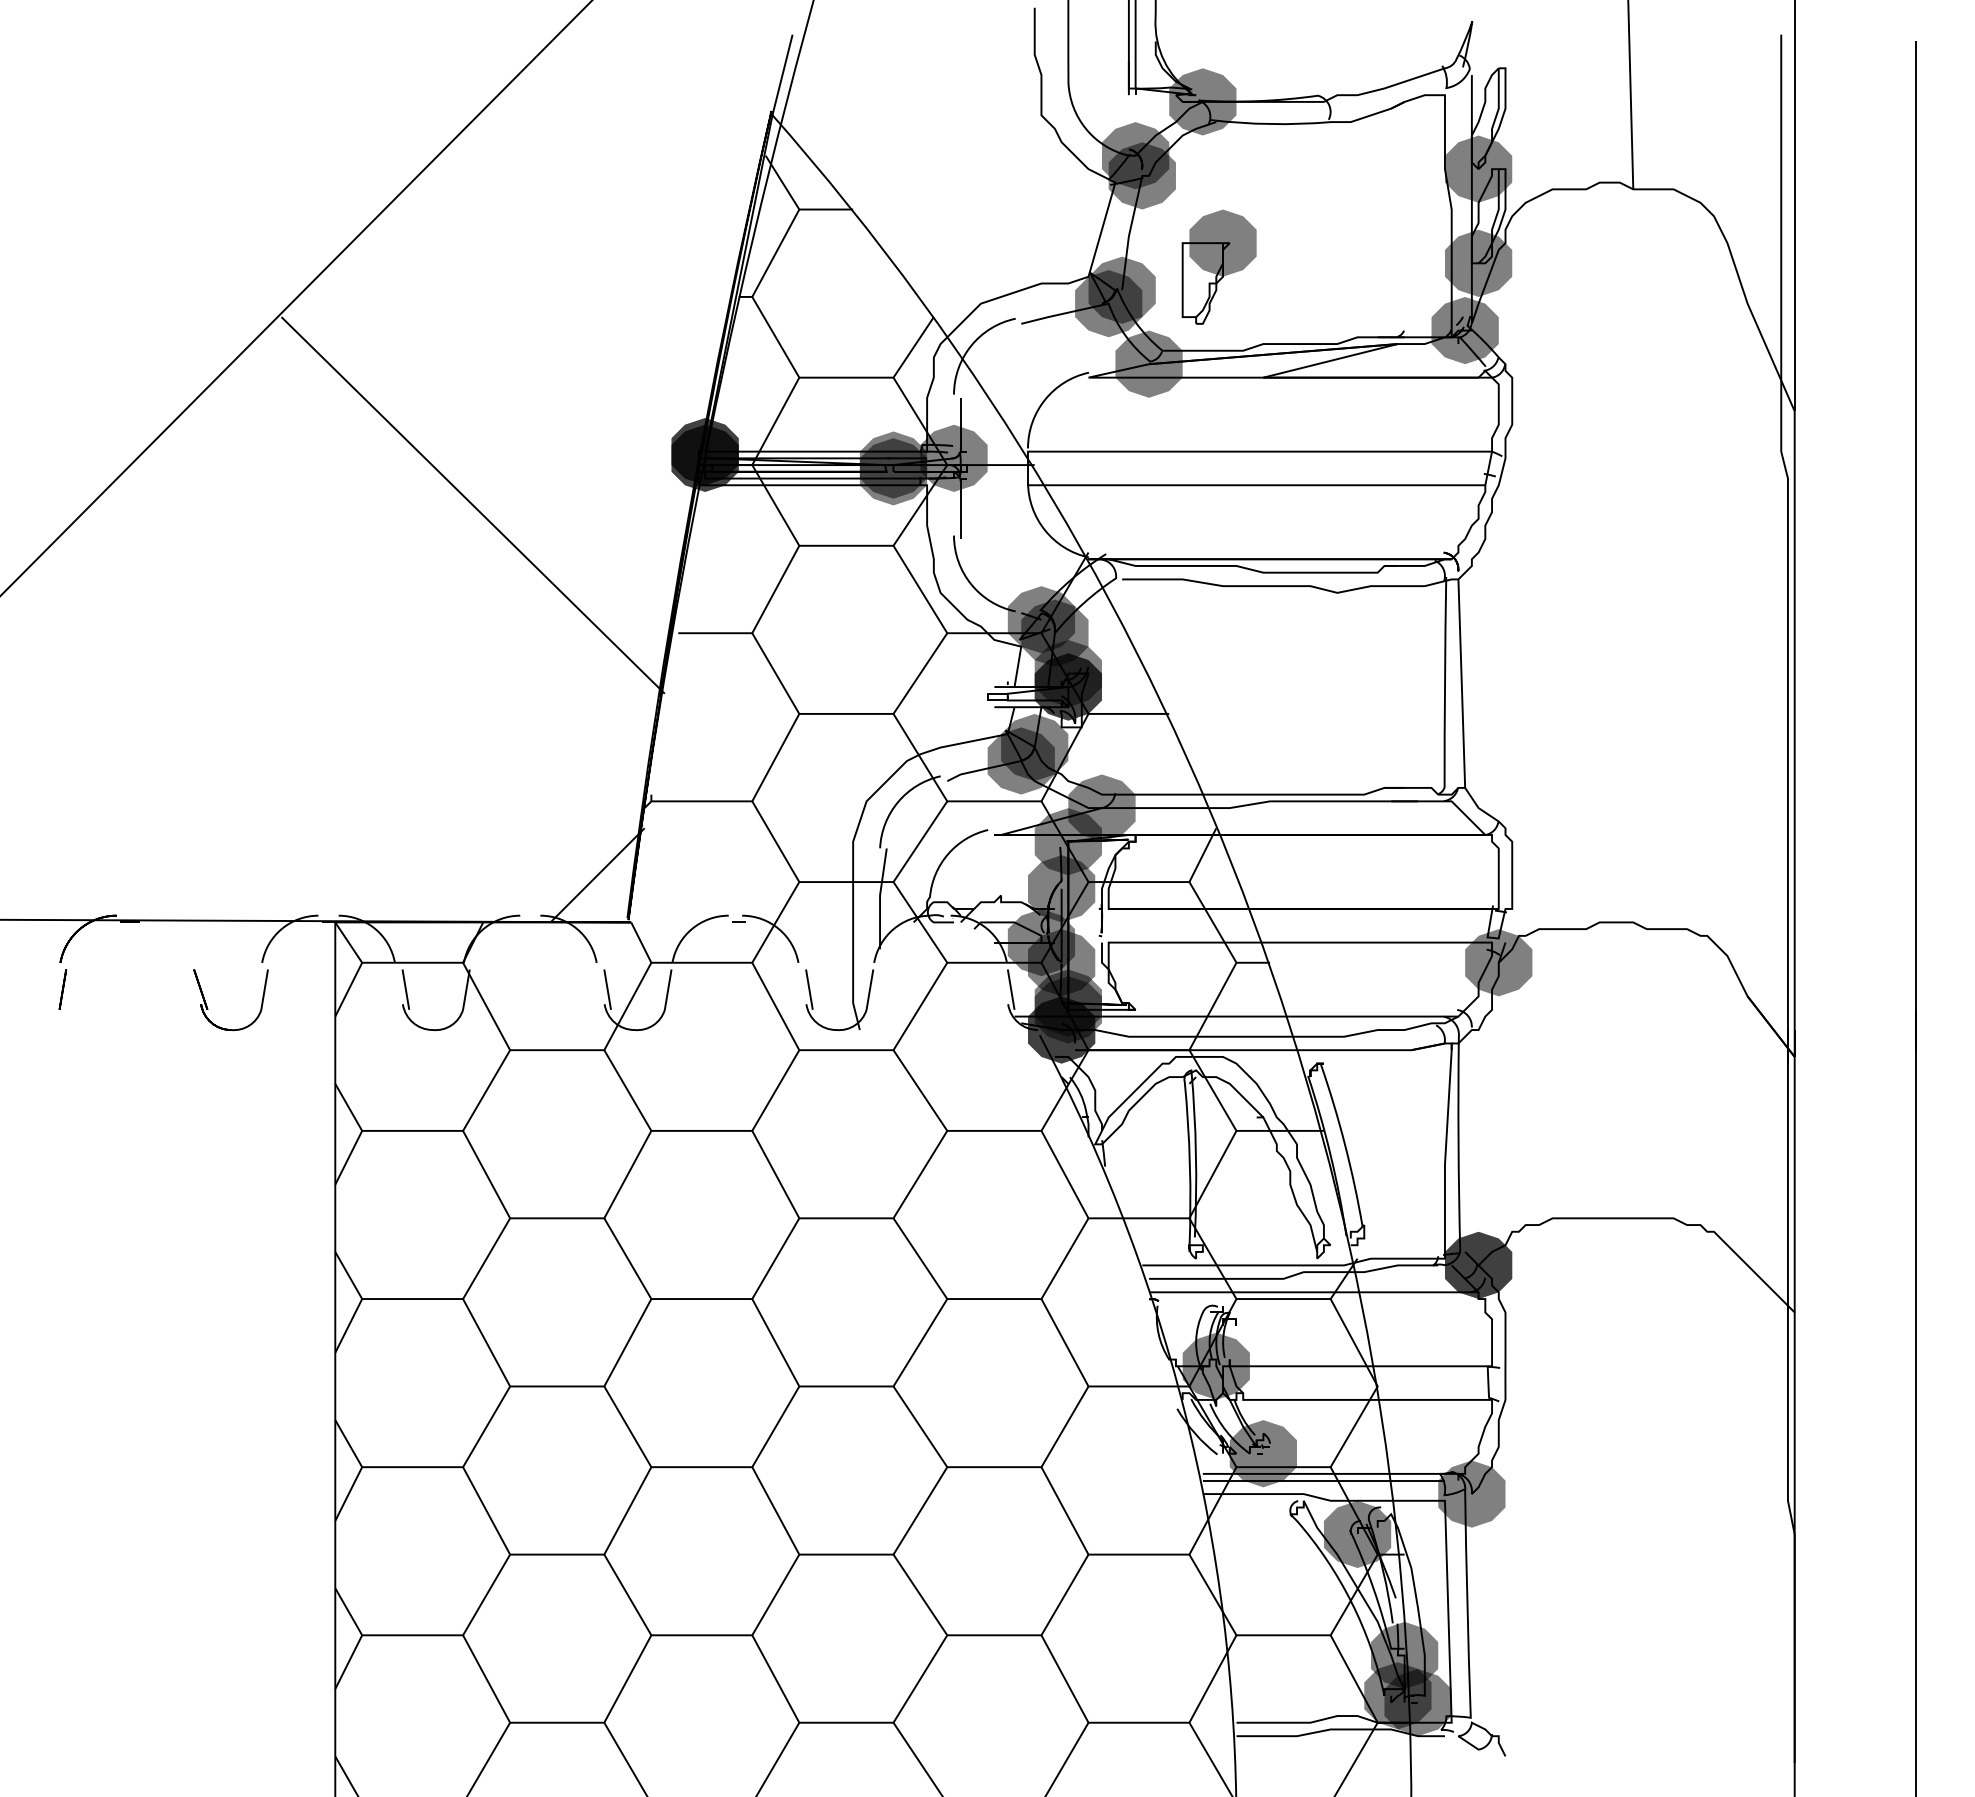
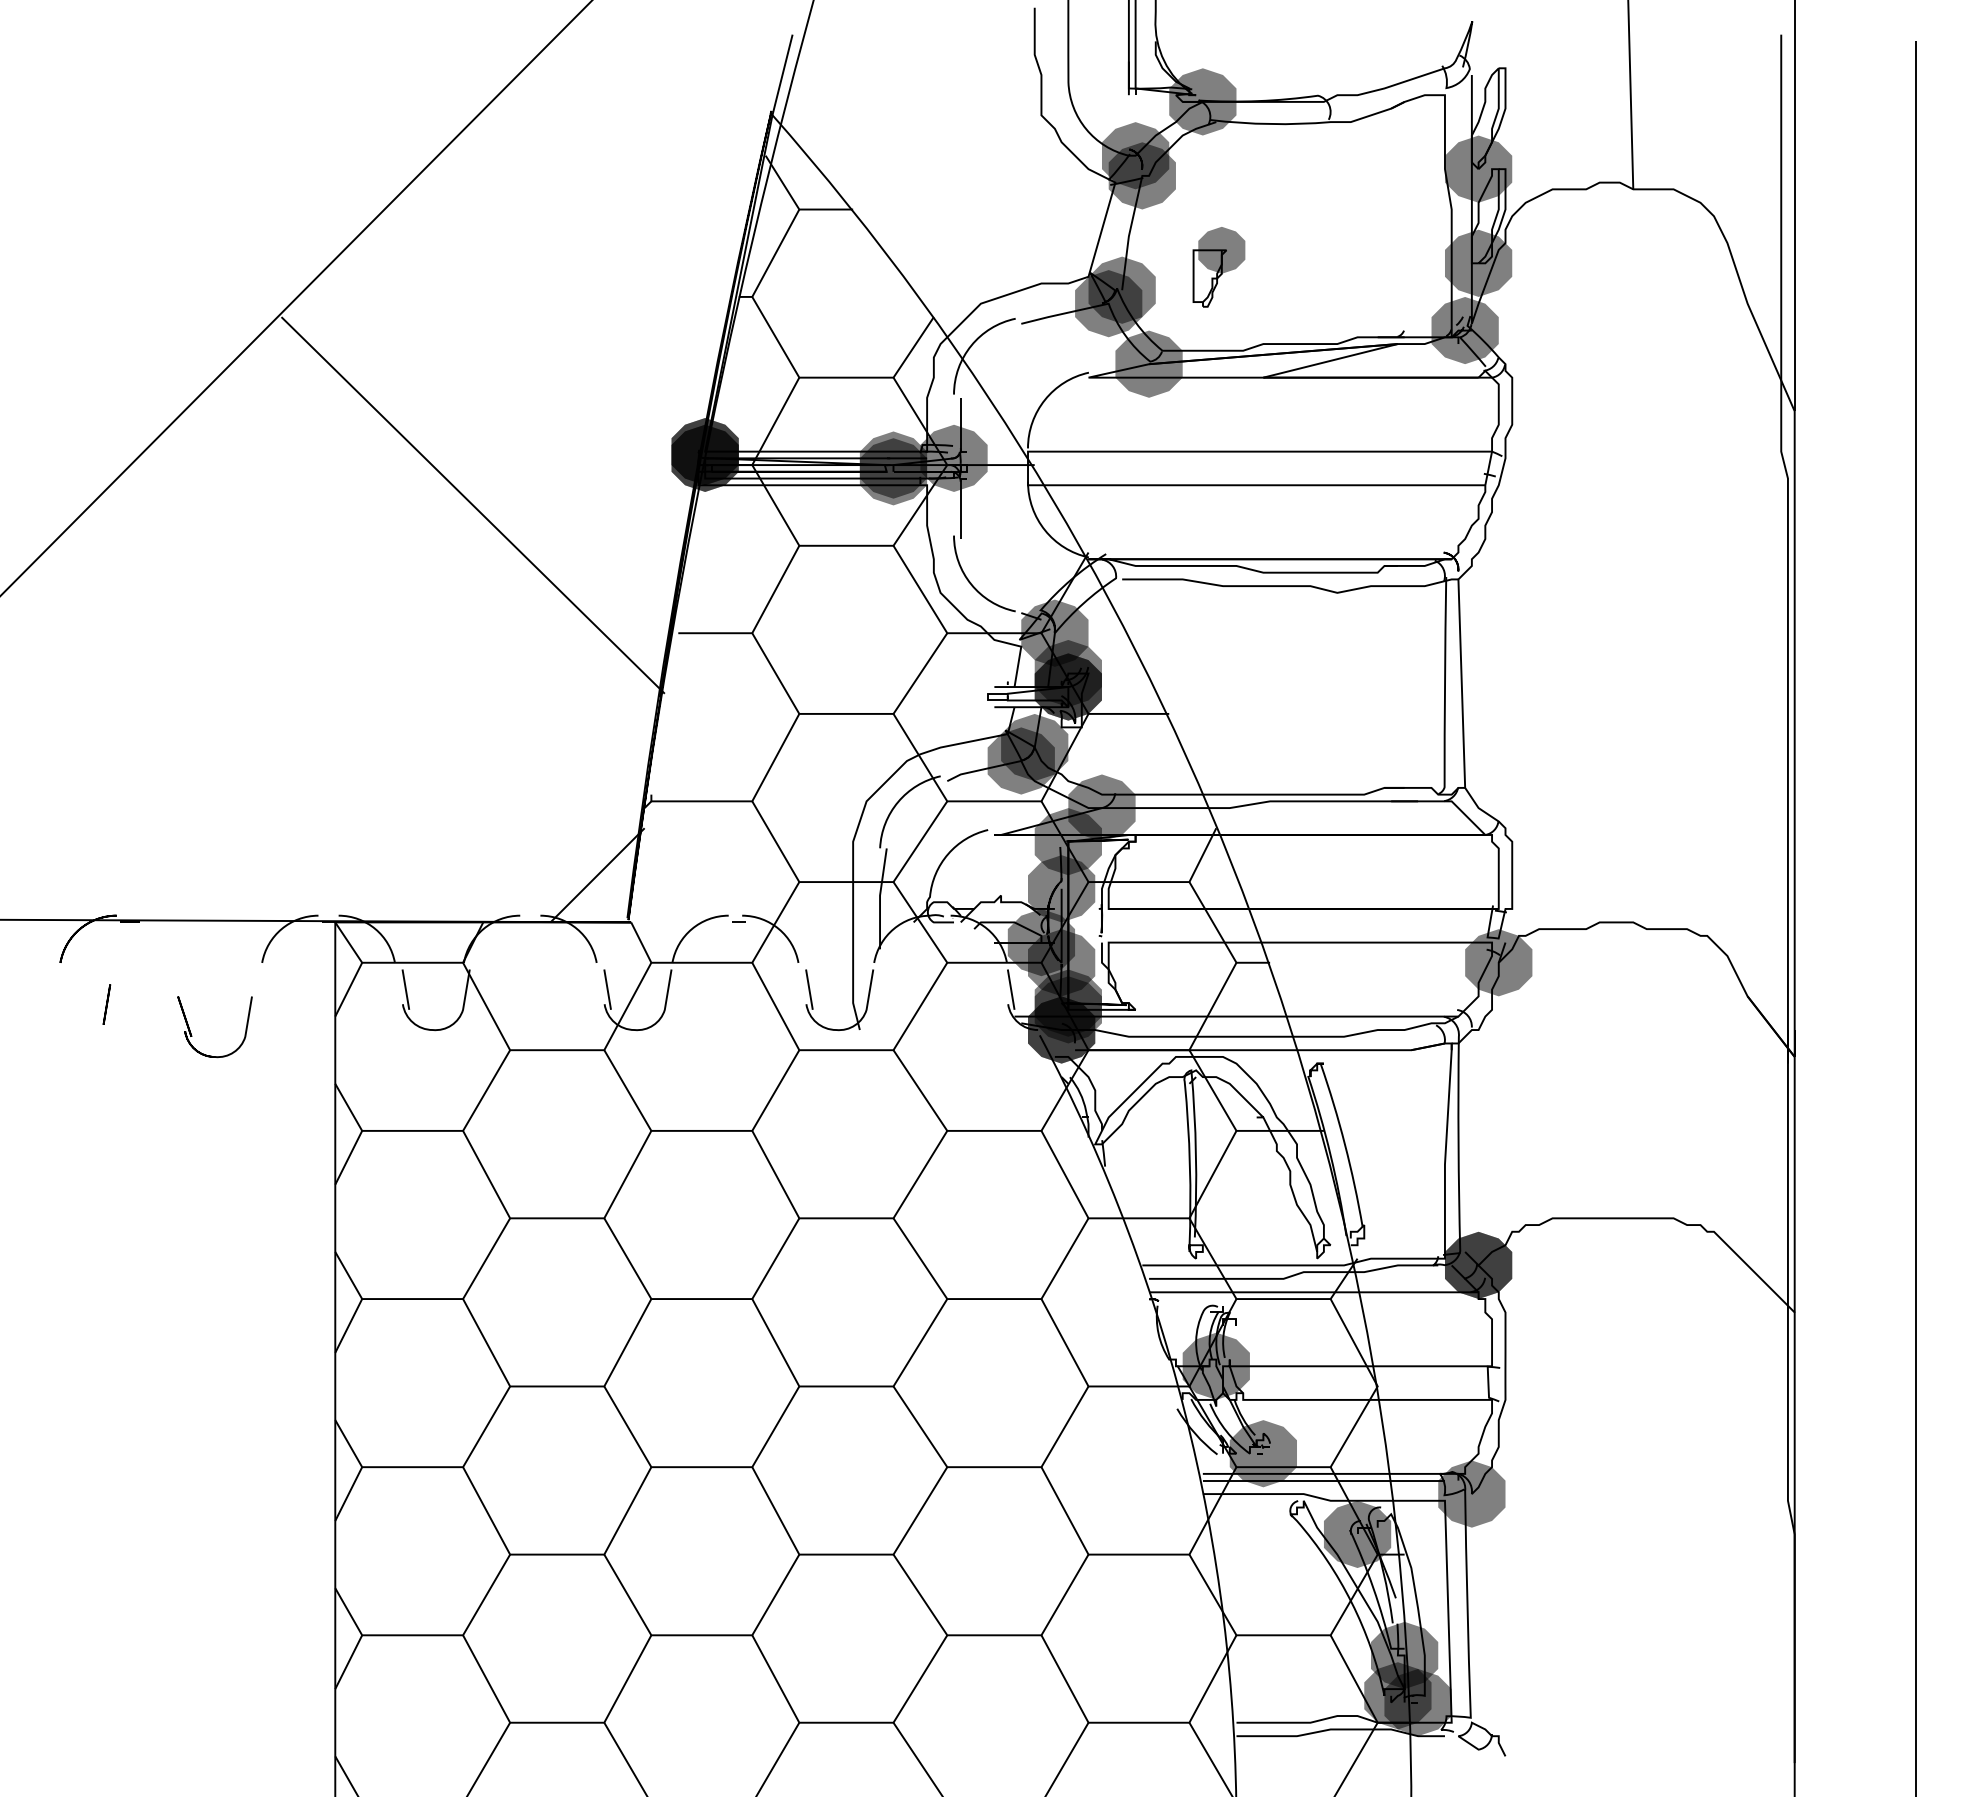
part at (1218, 266) size: 76x116 px -> 54x81 px
fill at (1041, 619): present -> none
line at (62, 989) position: (62, 989) -> (106, 1004)
part at (208, 1008) position: (208, 1008) -> (192, 1035)
